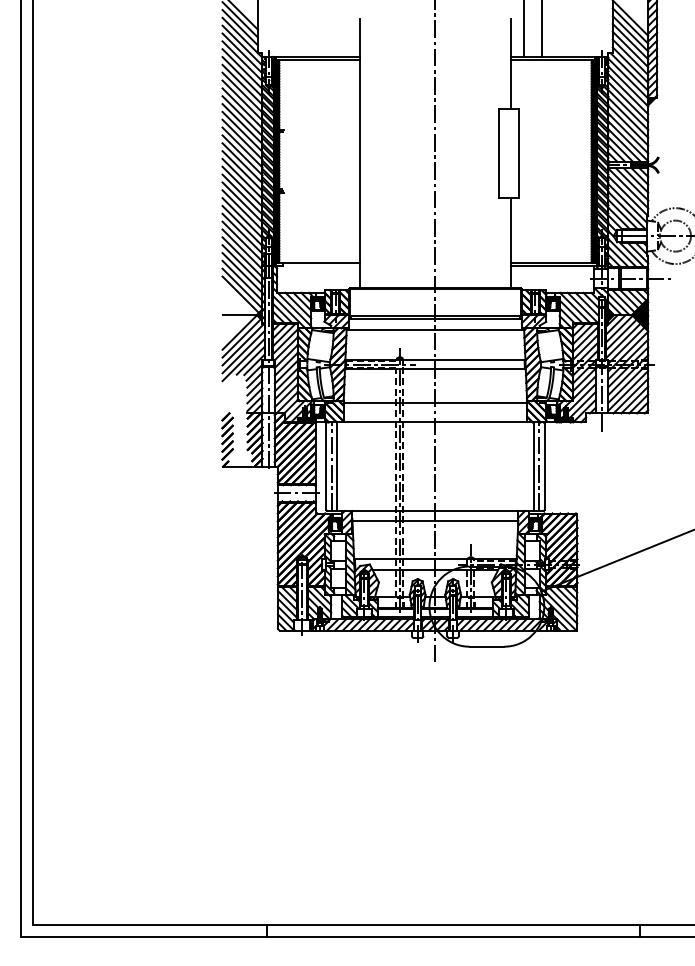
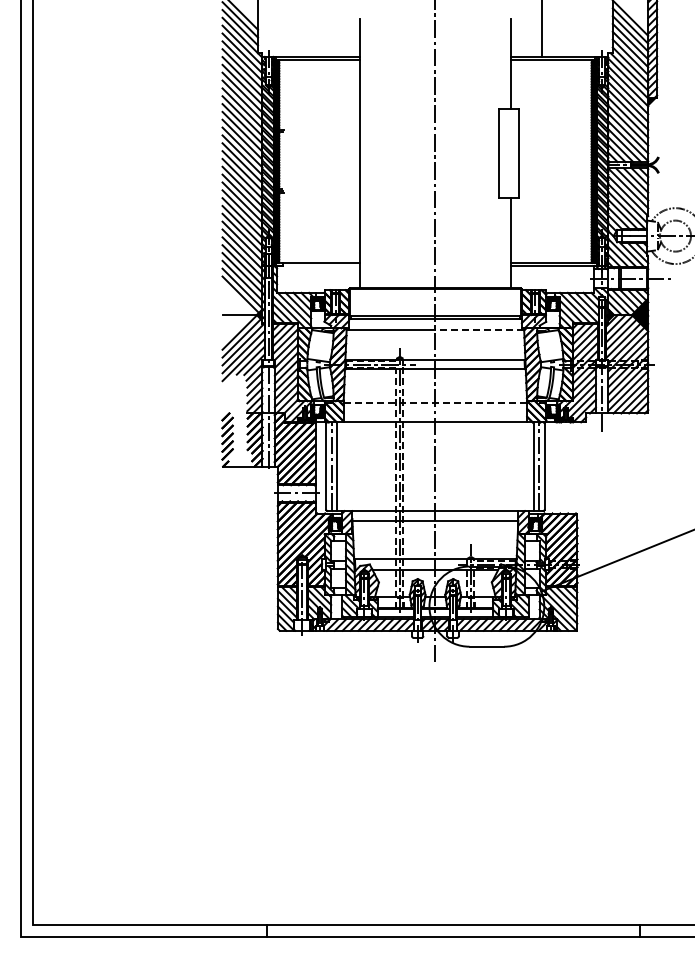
line at (524, 29): present -> none
line at (479, 330): solid -> dashed
line at (435, 402): solid -> dashed
